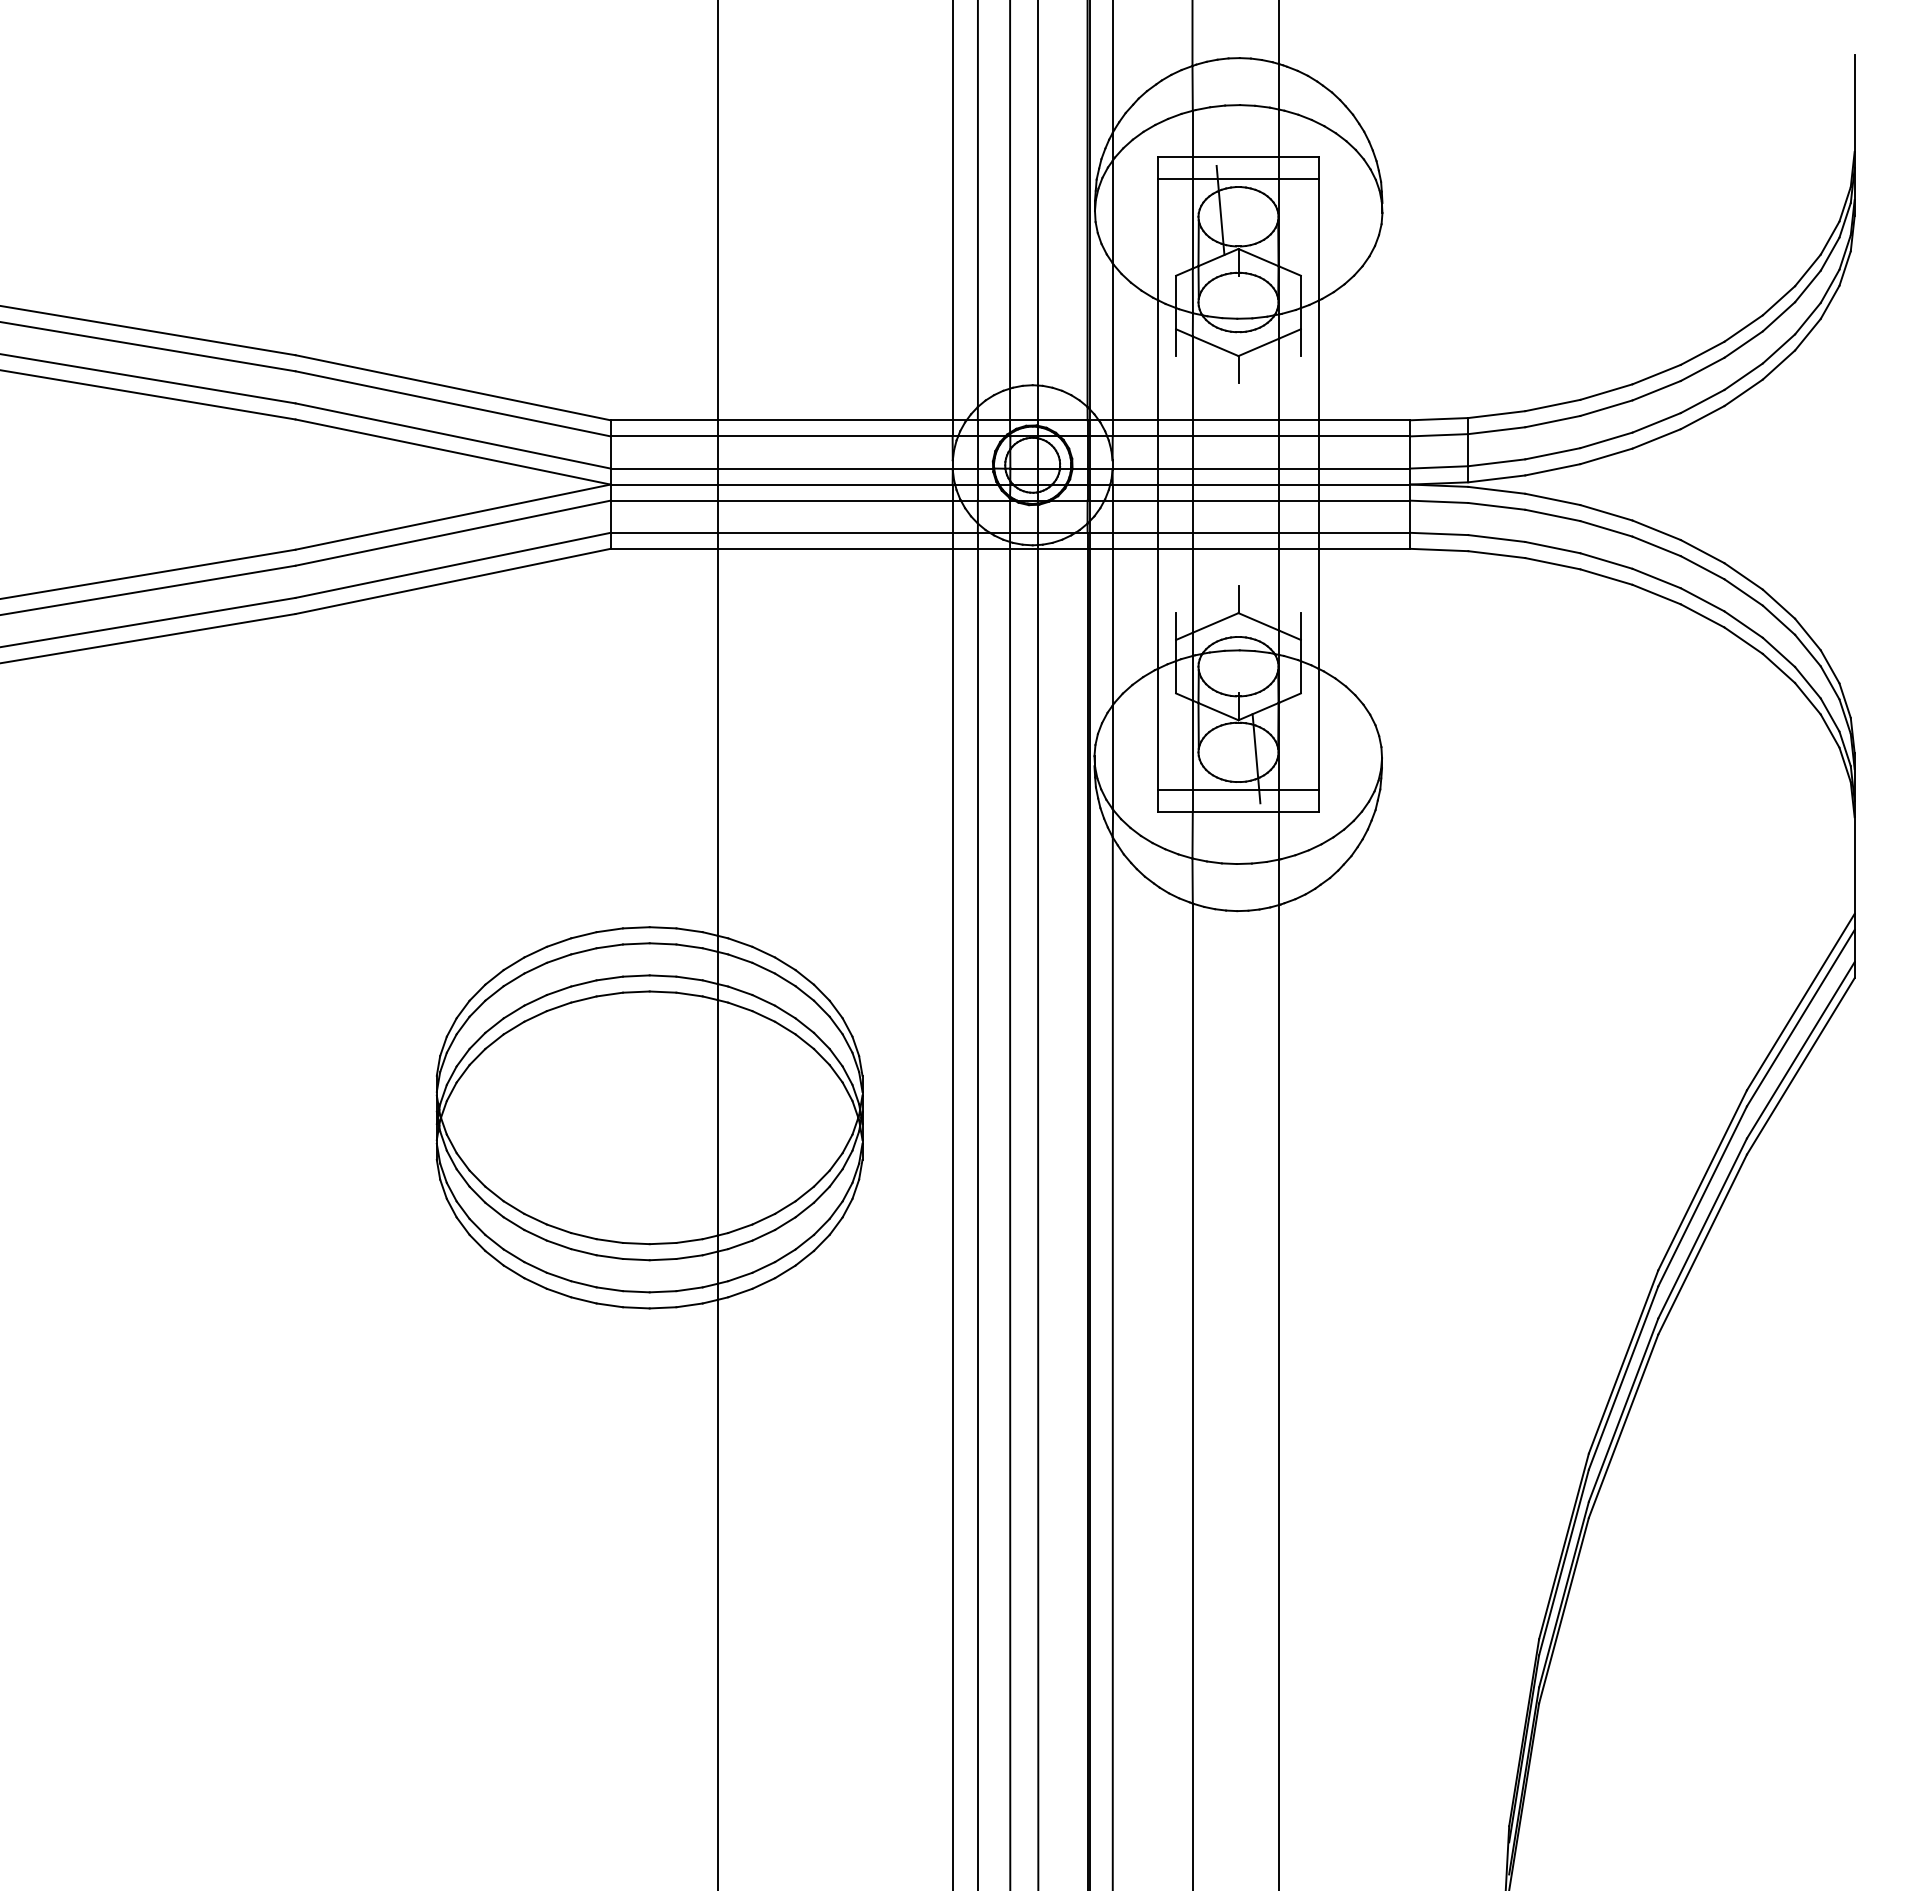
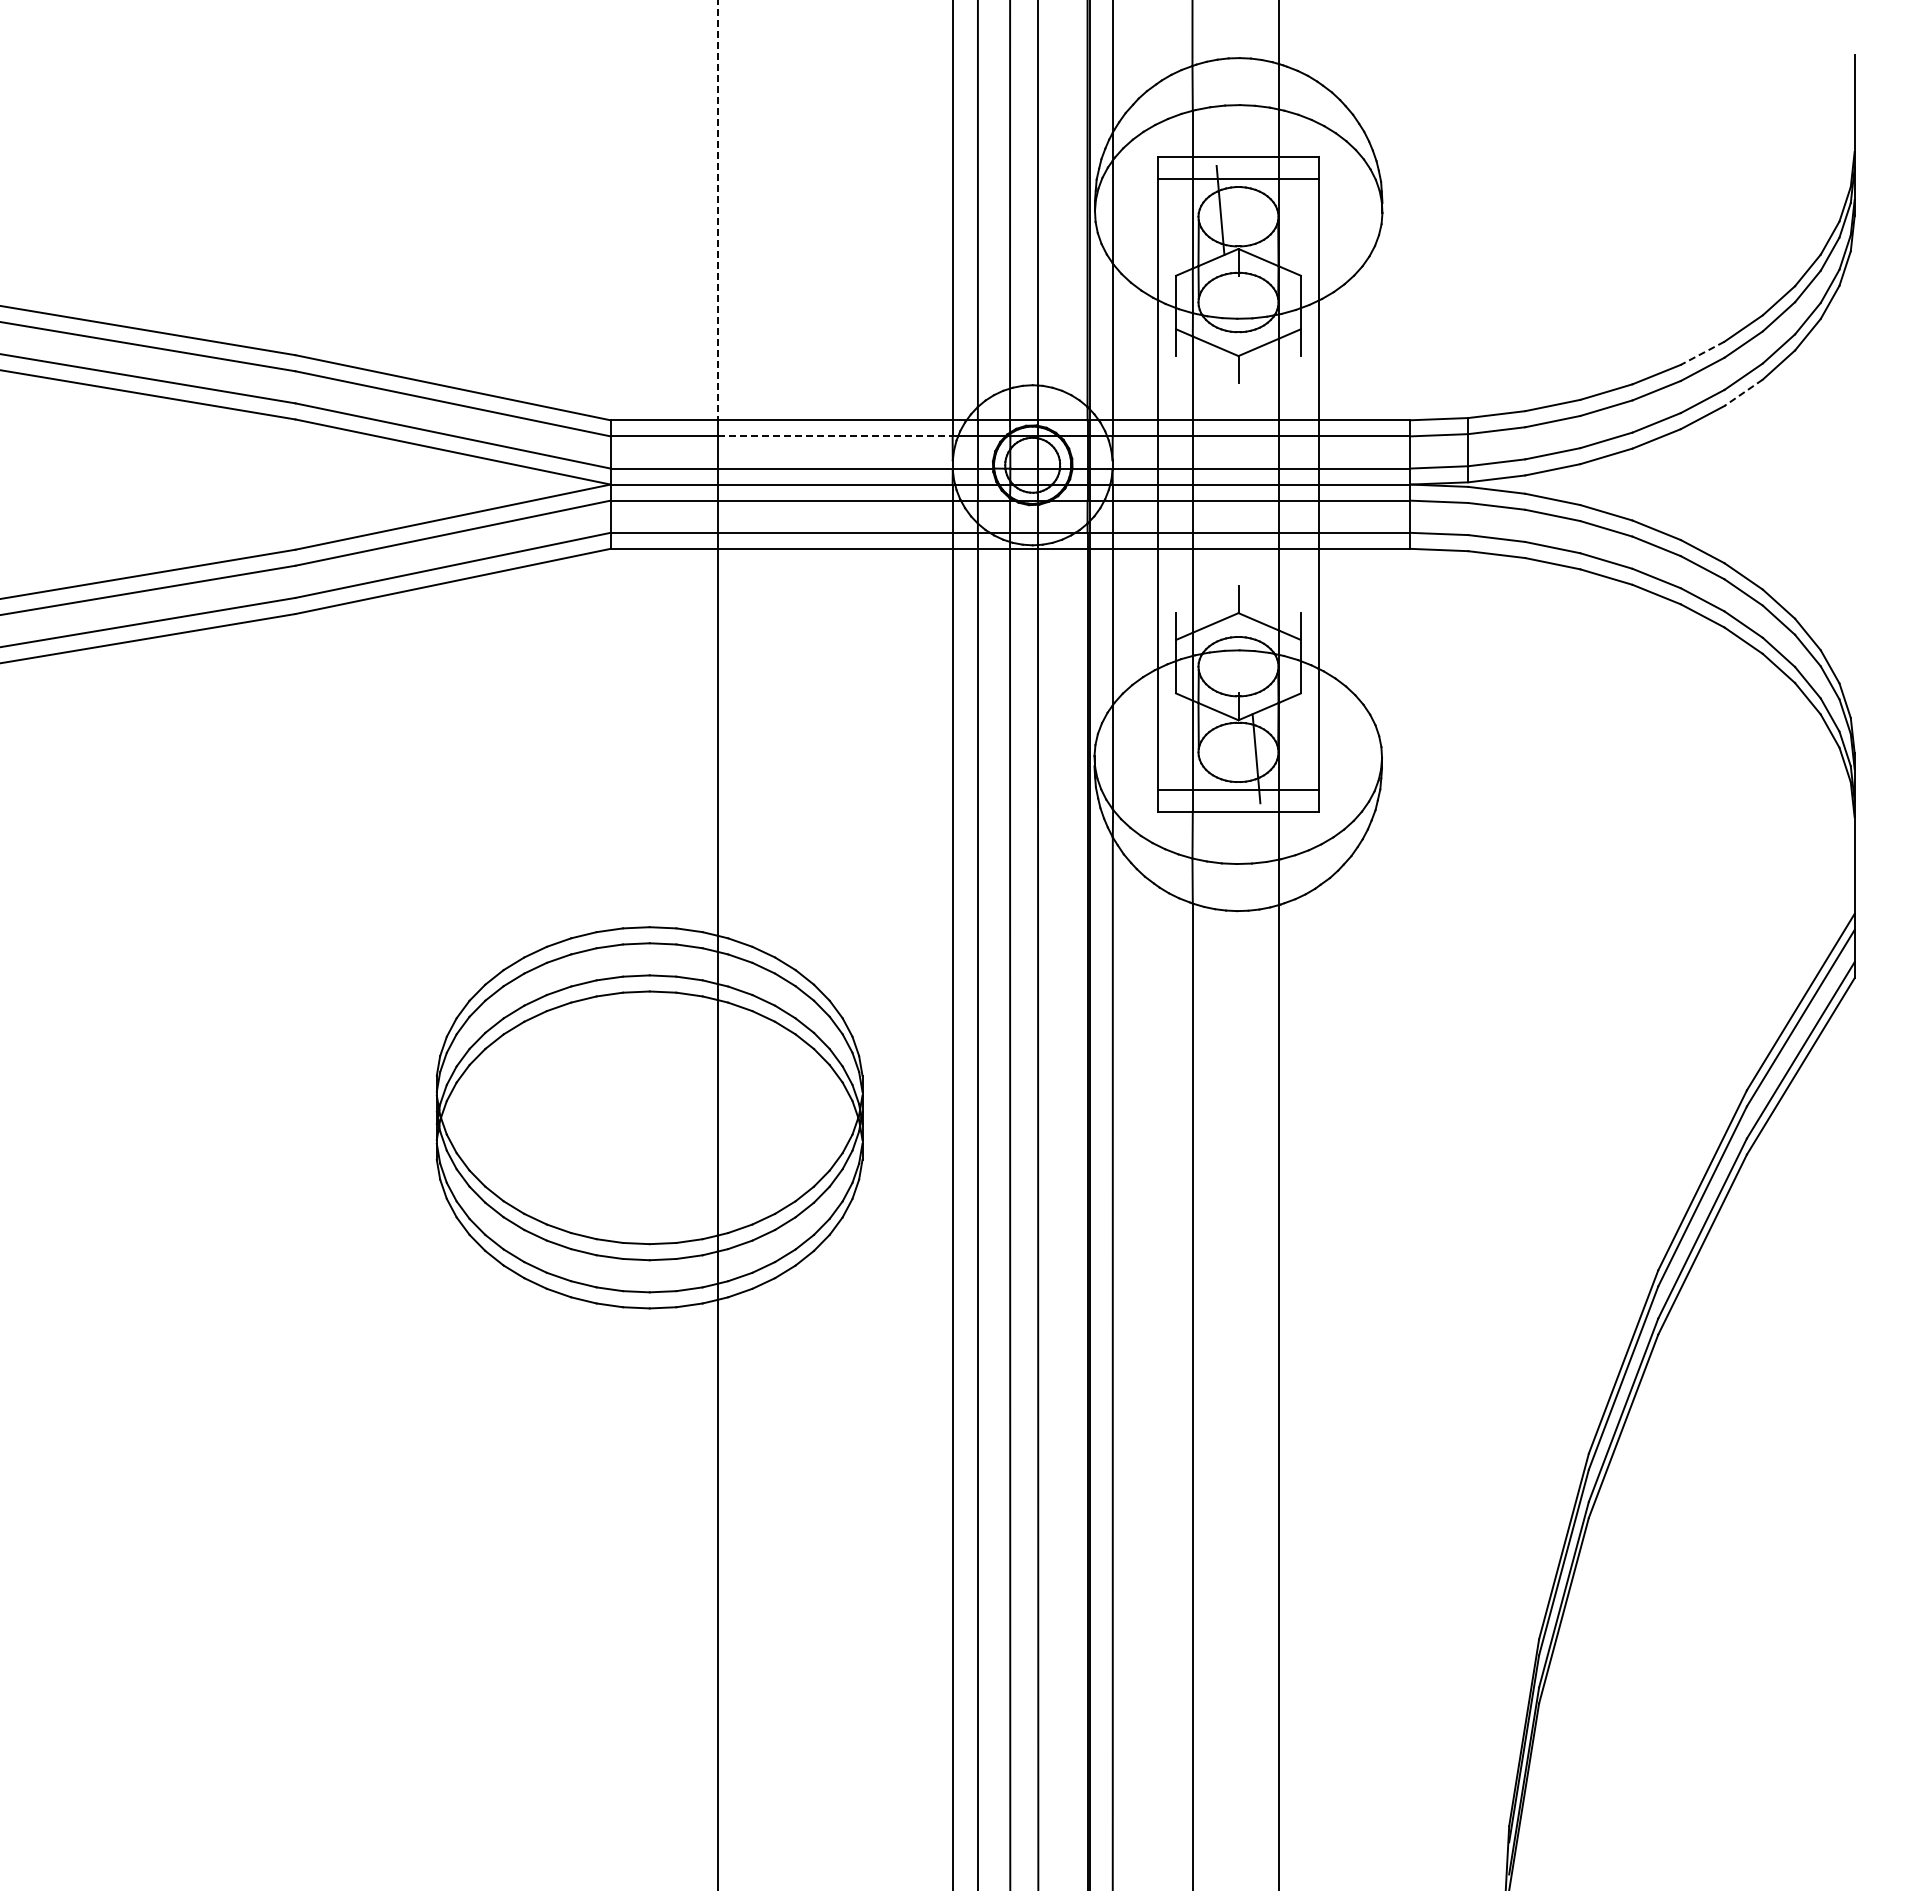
line at (717, 210): solid -> dashed
line at (1702, 353): solid -> dashed
line at (1743, 393): solid -> dashed
line at (835, 436): solid -> dashed
